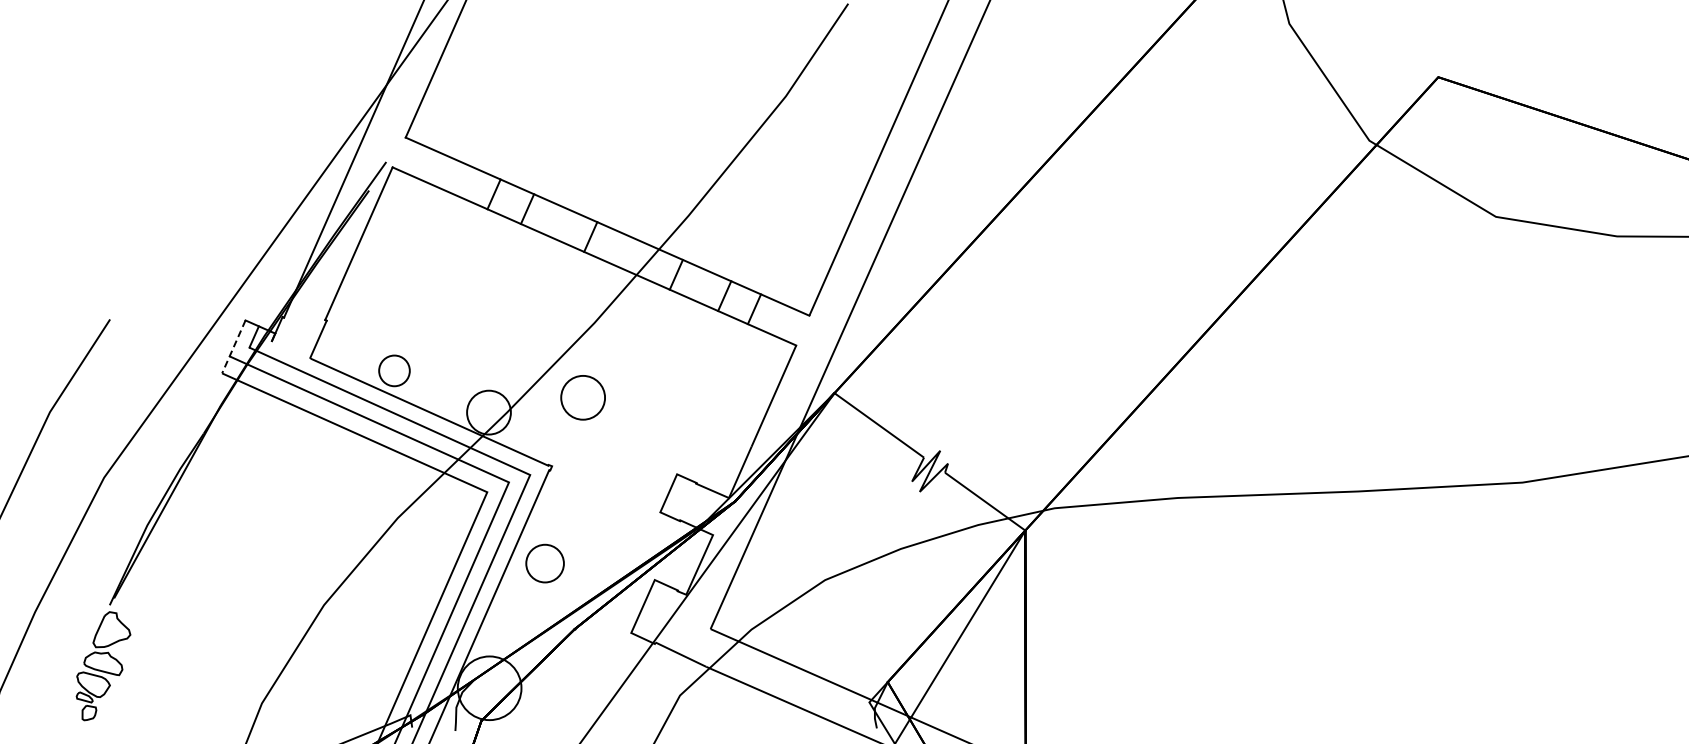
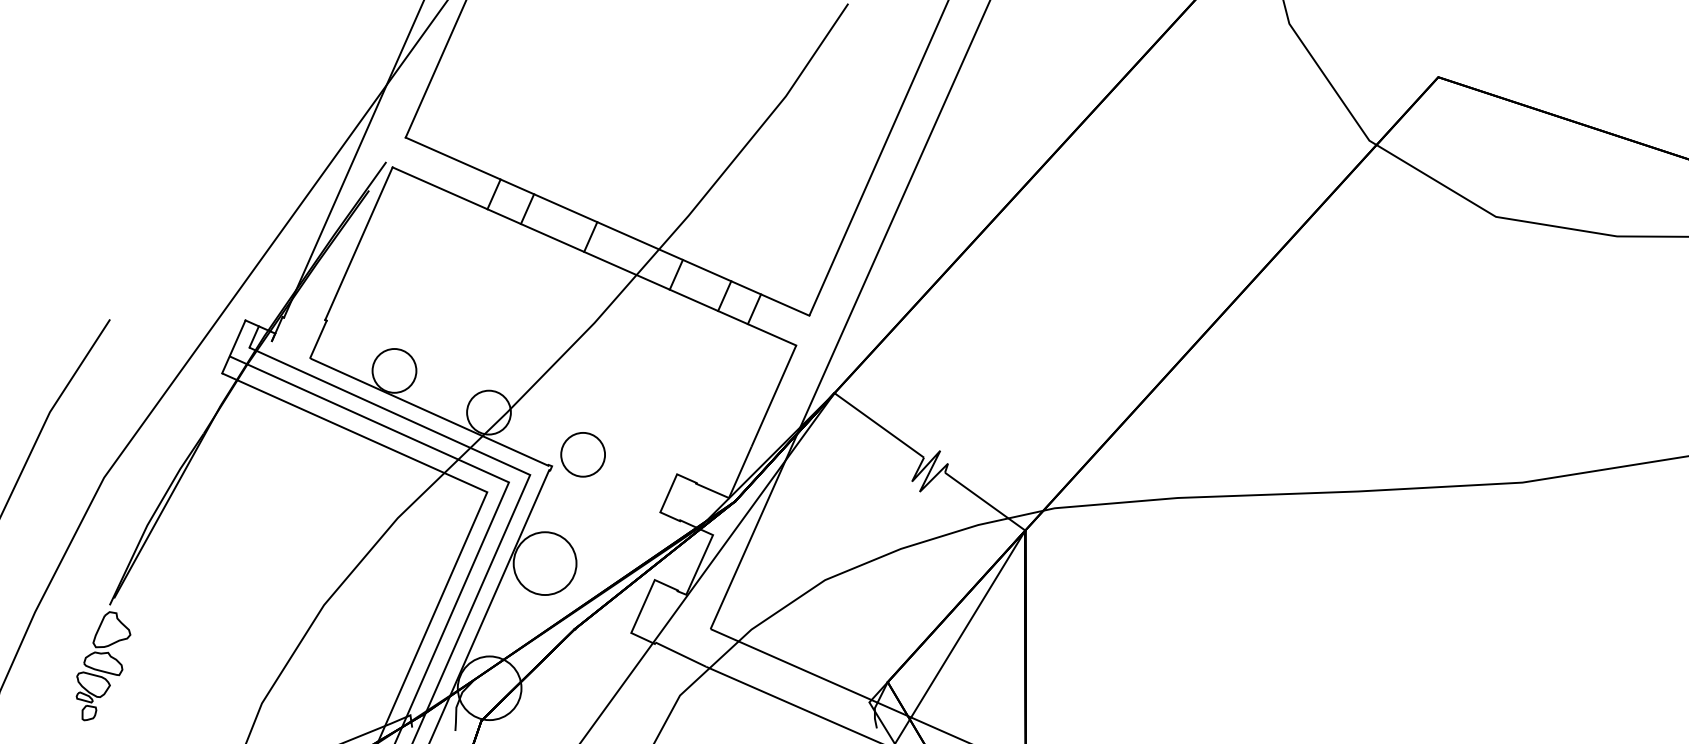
line at (233, 346): dashed -> solid
circle at (394, 370) diameter: 31 px -> 44 px
circle at (582, 397) position: (582, 397) -> (582, 454)
circle at (544, 563) diameter: 38 px -> 63 px
